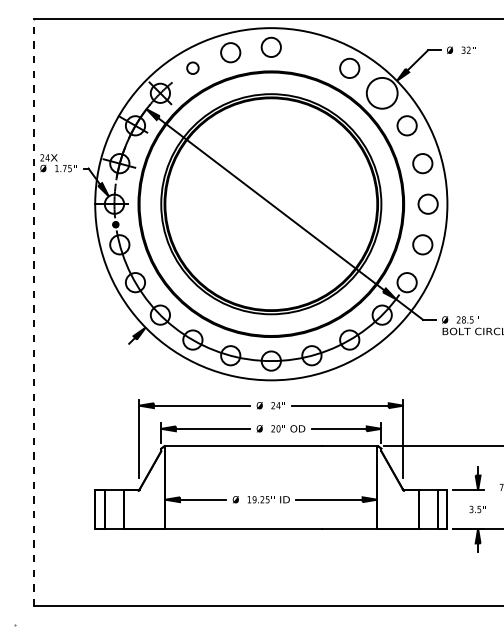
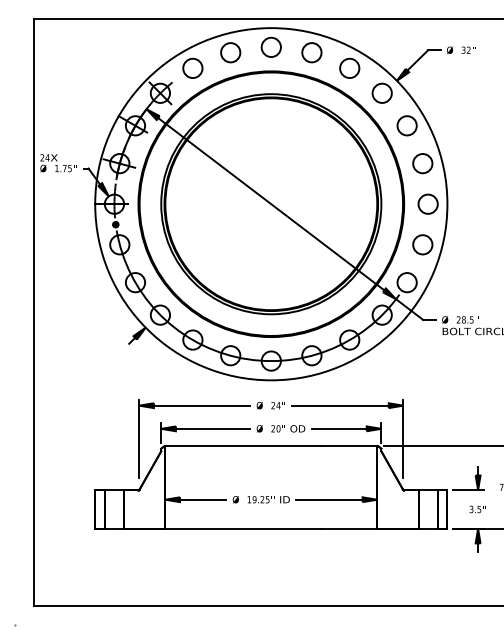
circle at (311, 52): none -> present
circle at (192, 67) size: 14x14 px -> 22x22 px
circle at (381, 92) diameter: 31 px -> 19 px
line at (33, 312): dashed -> solid
